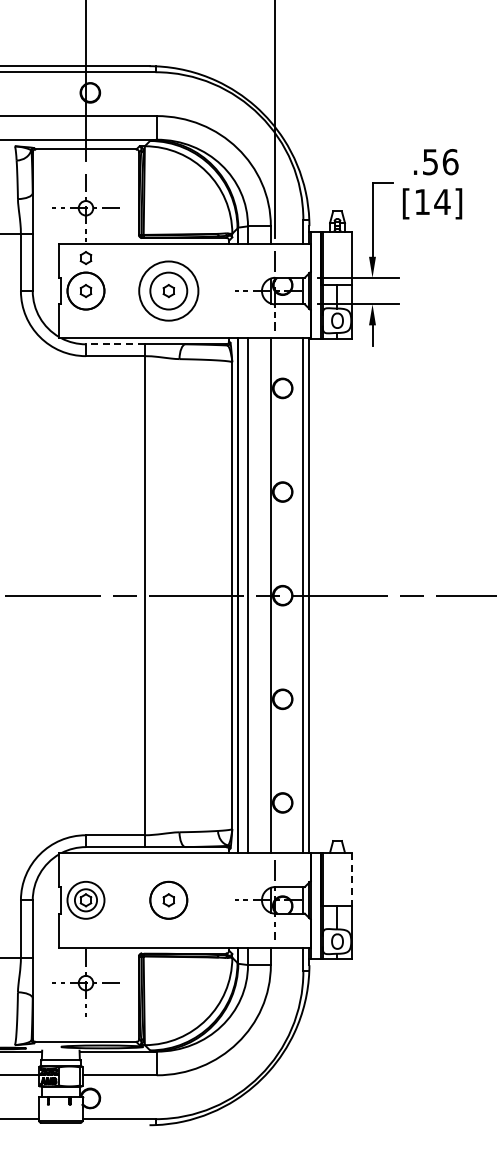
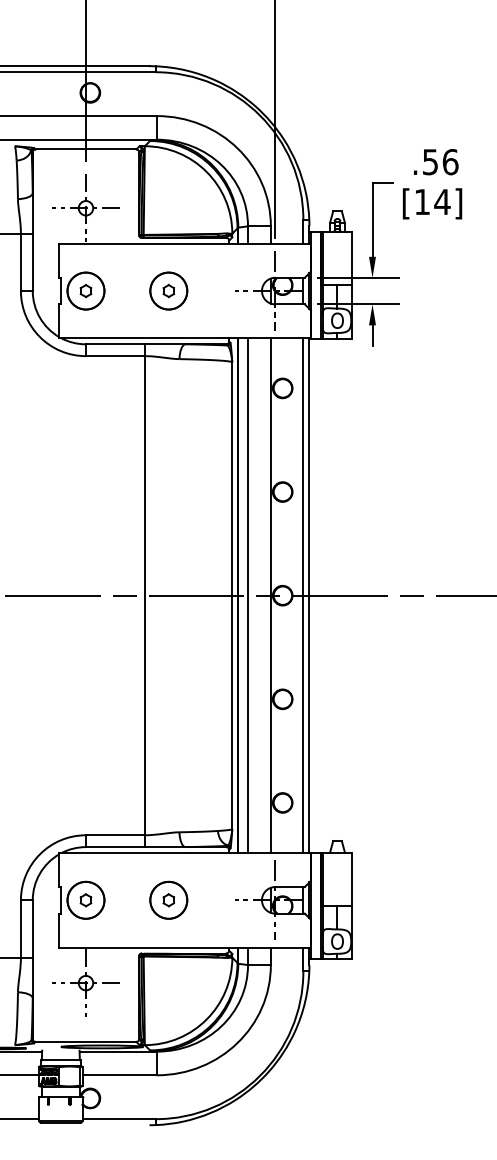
part at (85, 258): present -> none
circle at (168, 290) diameter: 59 px -> 37 px
line at (114, 344): dashed -> solid
line at (352, 879): dashed -> solid
circle at (85, 900) diameter: 22 px -> 37 px
